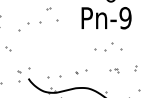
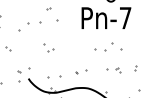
text at (125, 18): Pn-9 -> Pn-7
part at (48, 47): none -> present
part at (114, 70) size: 11x6 px -> 16x7 px
